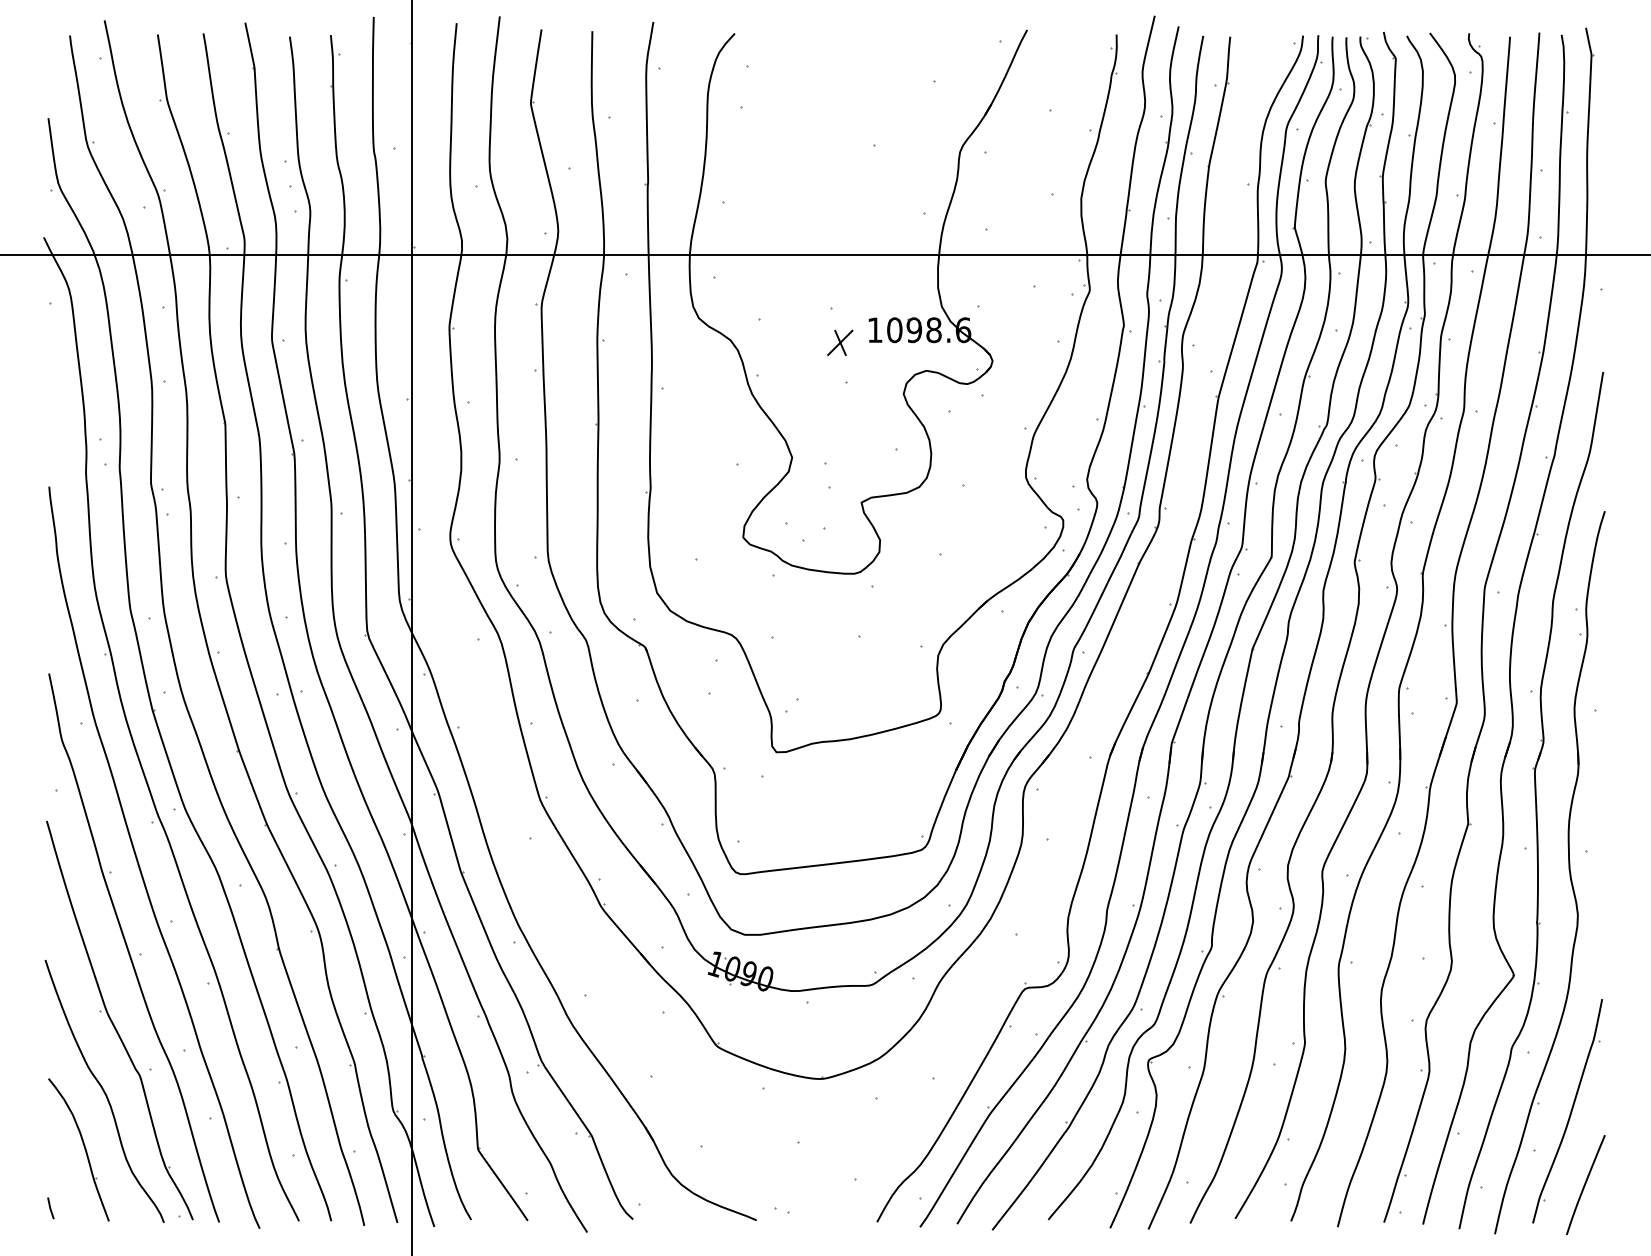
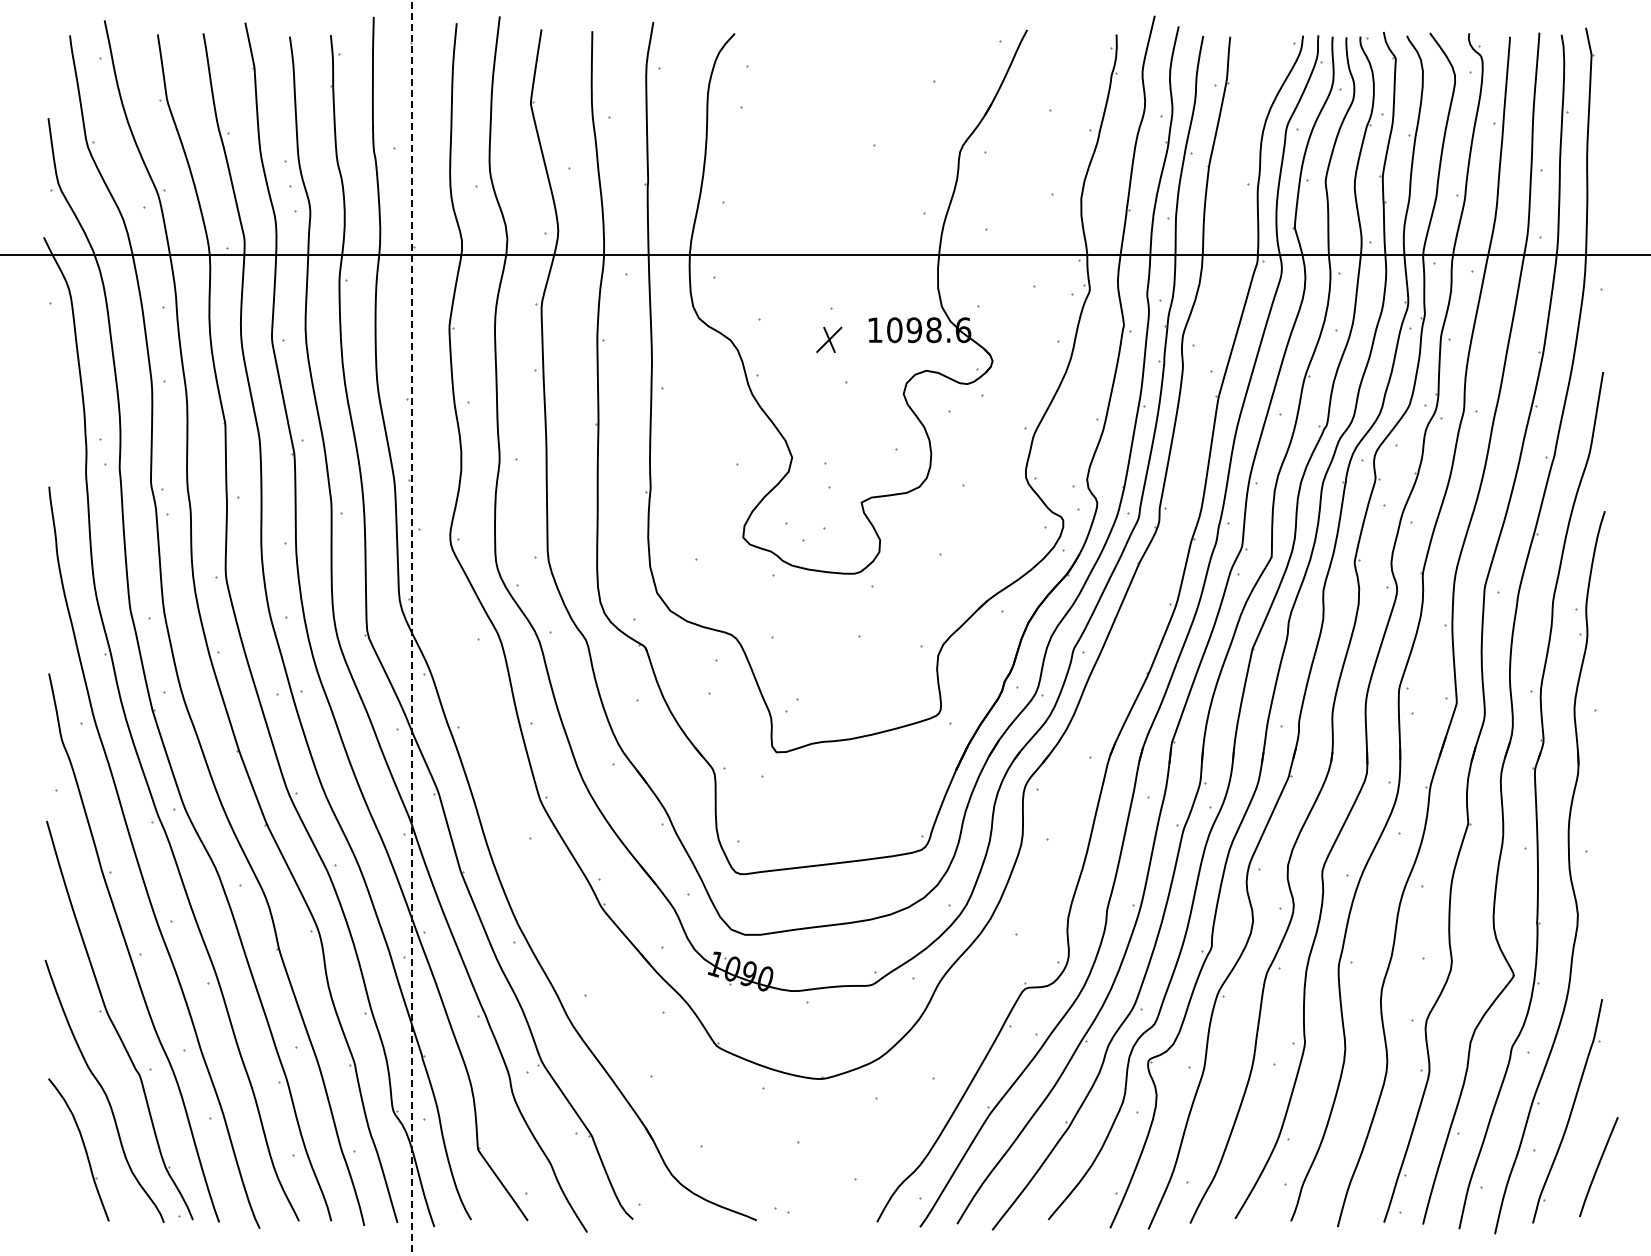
part at (840, 342) position: (840, 342) -> (829, 339)
line at (412, 627): solid -> dashed
curve at (1585, 1185) position: (1585, 1185) -> (1598, 1167)
line at (50, 1208): present -> none
